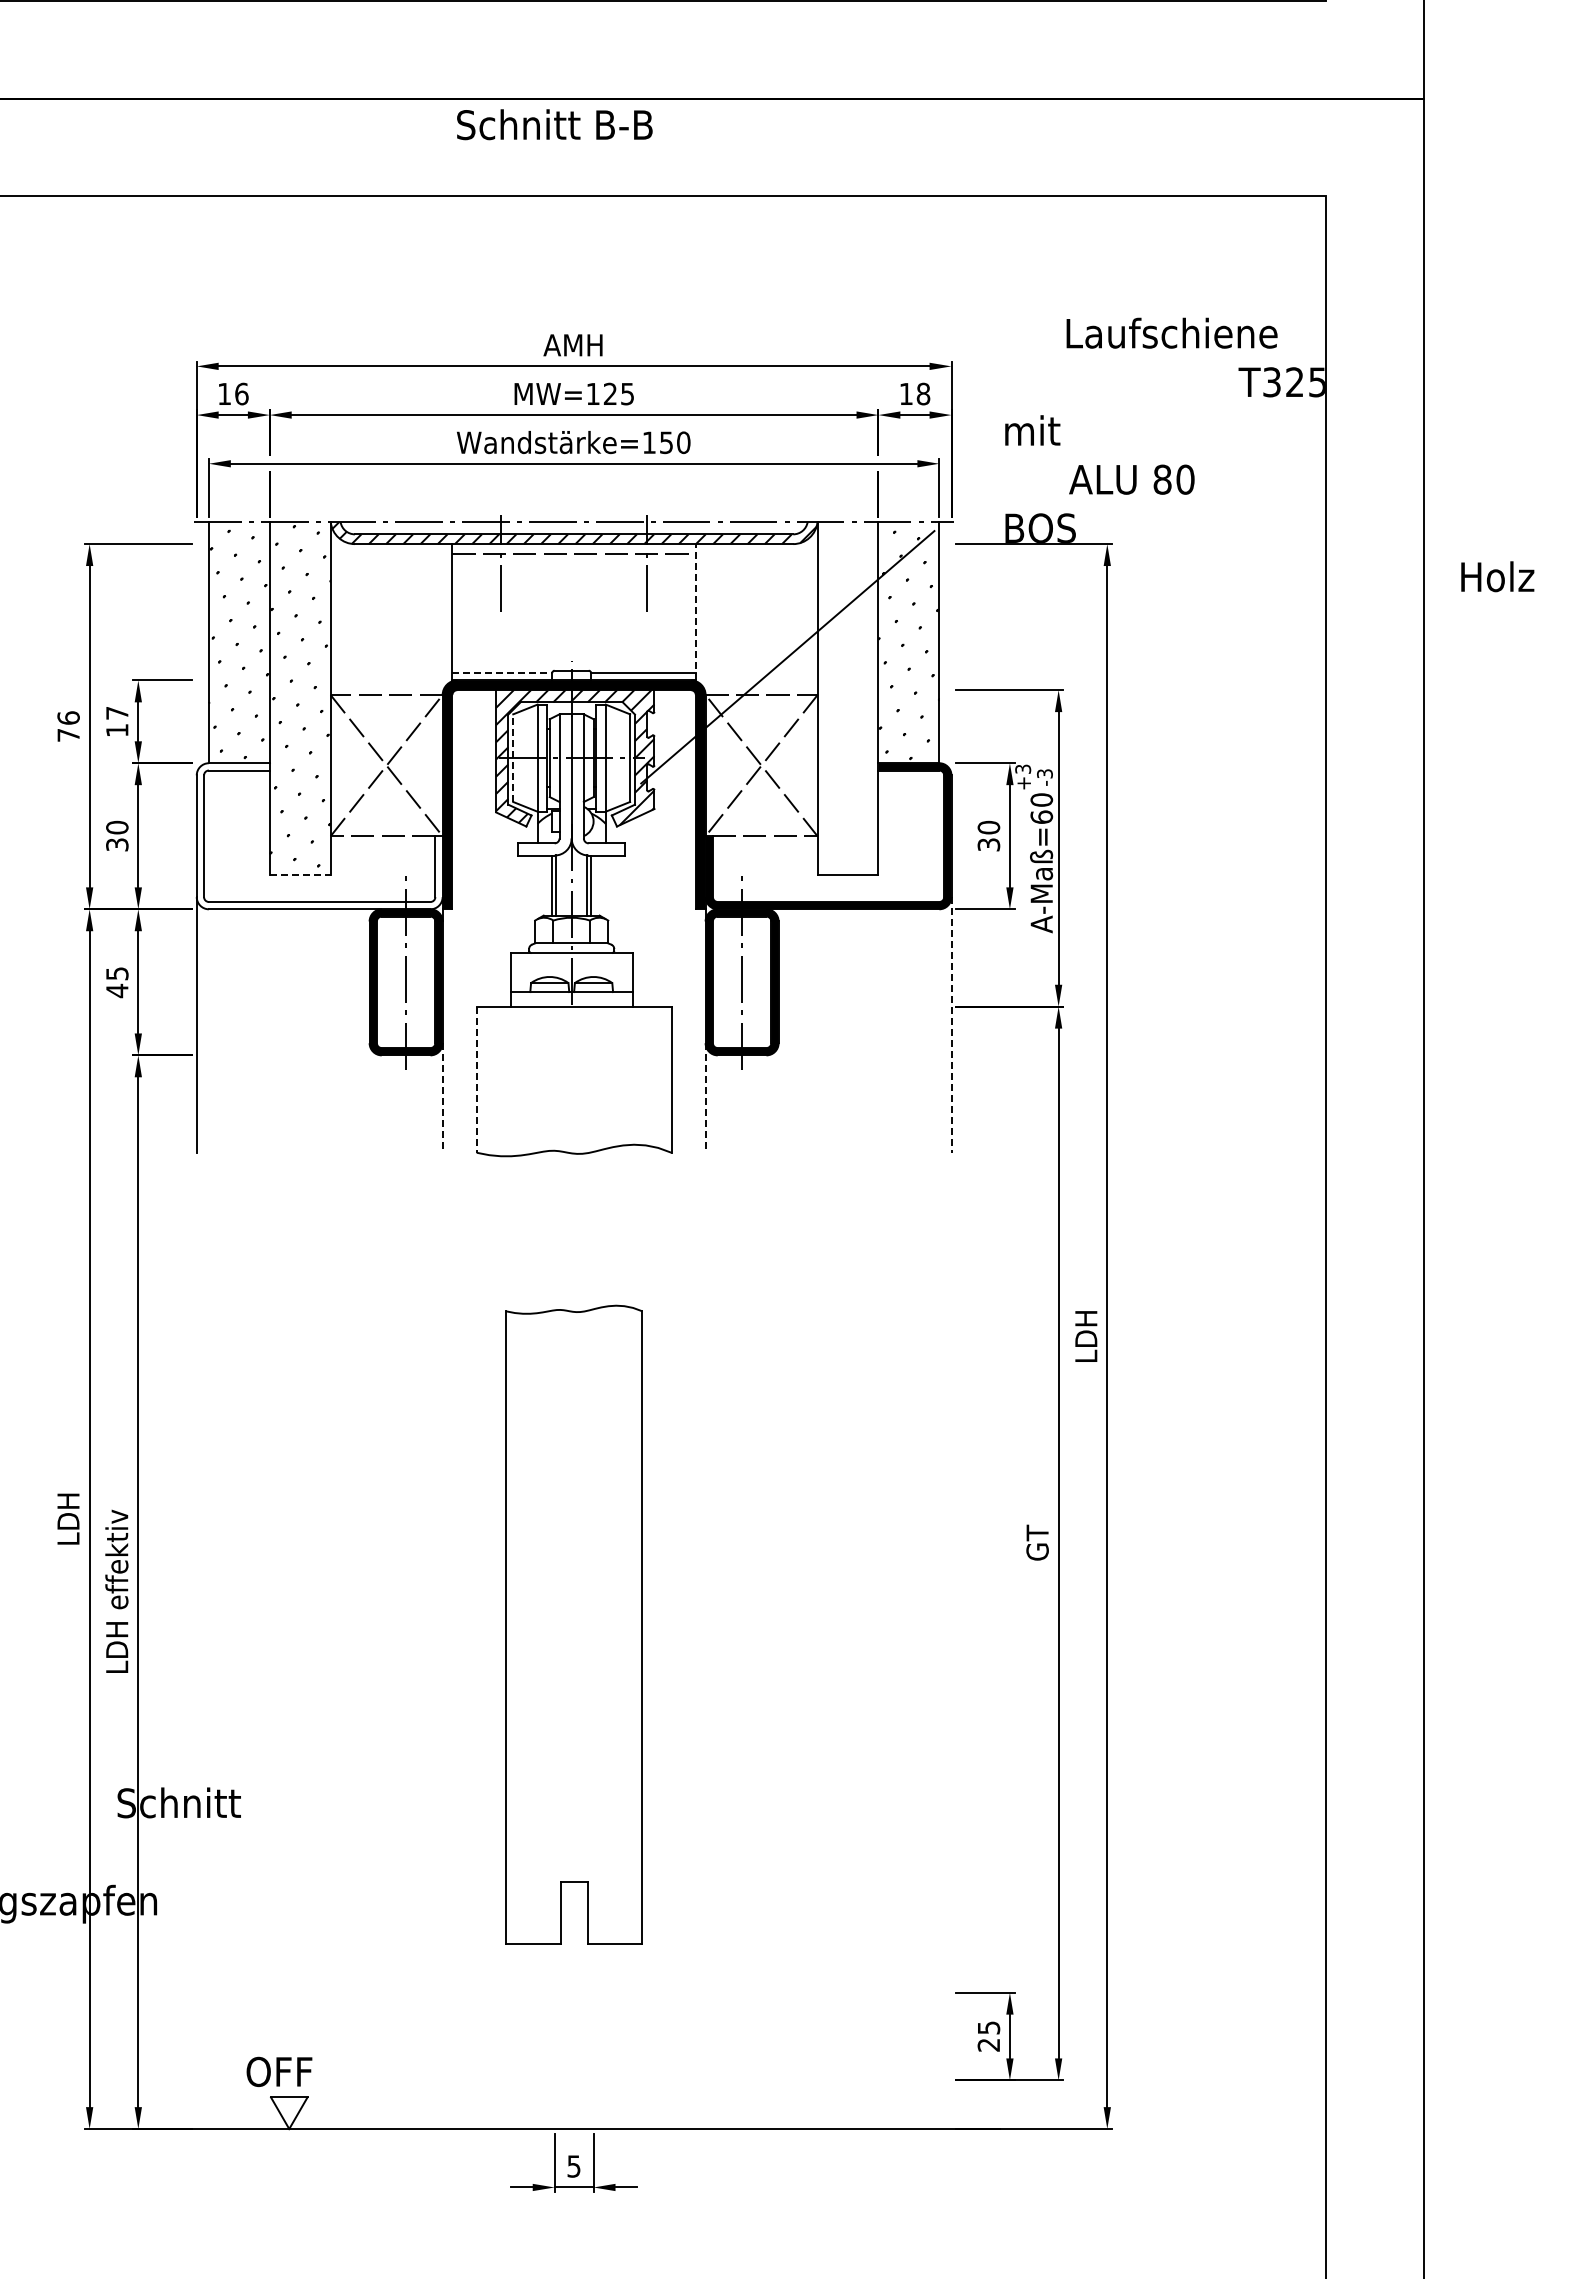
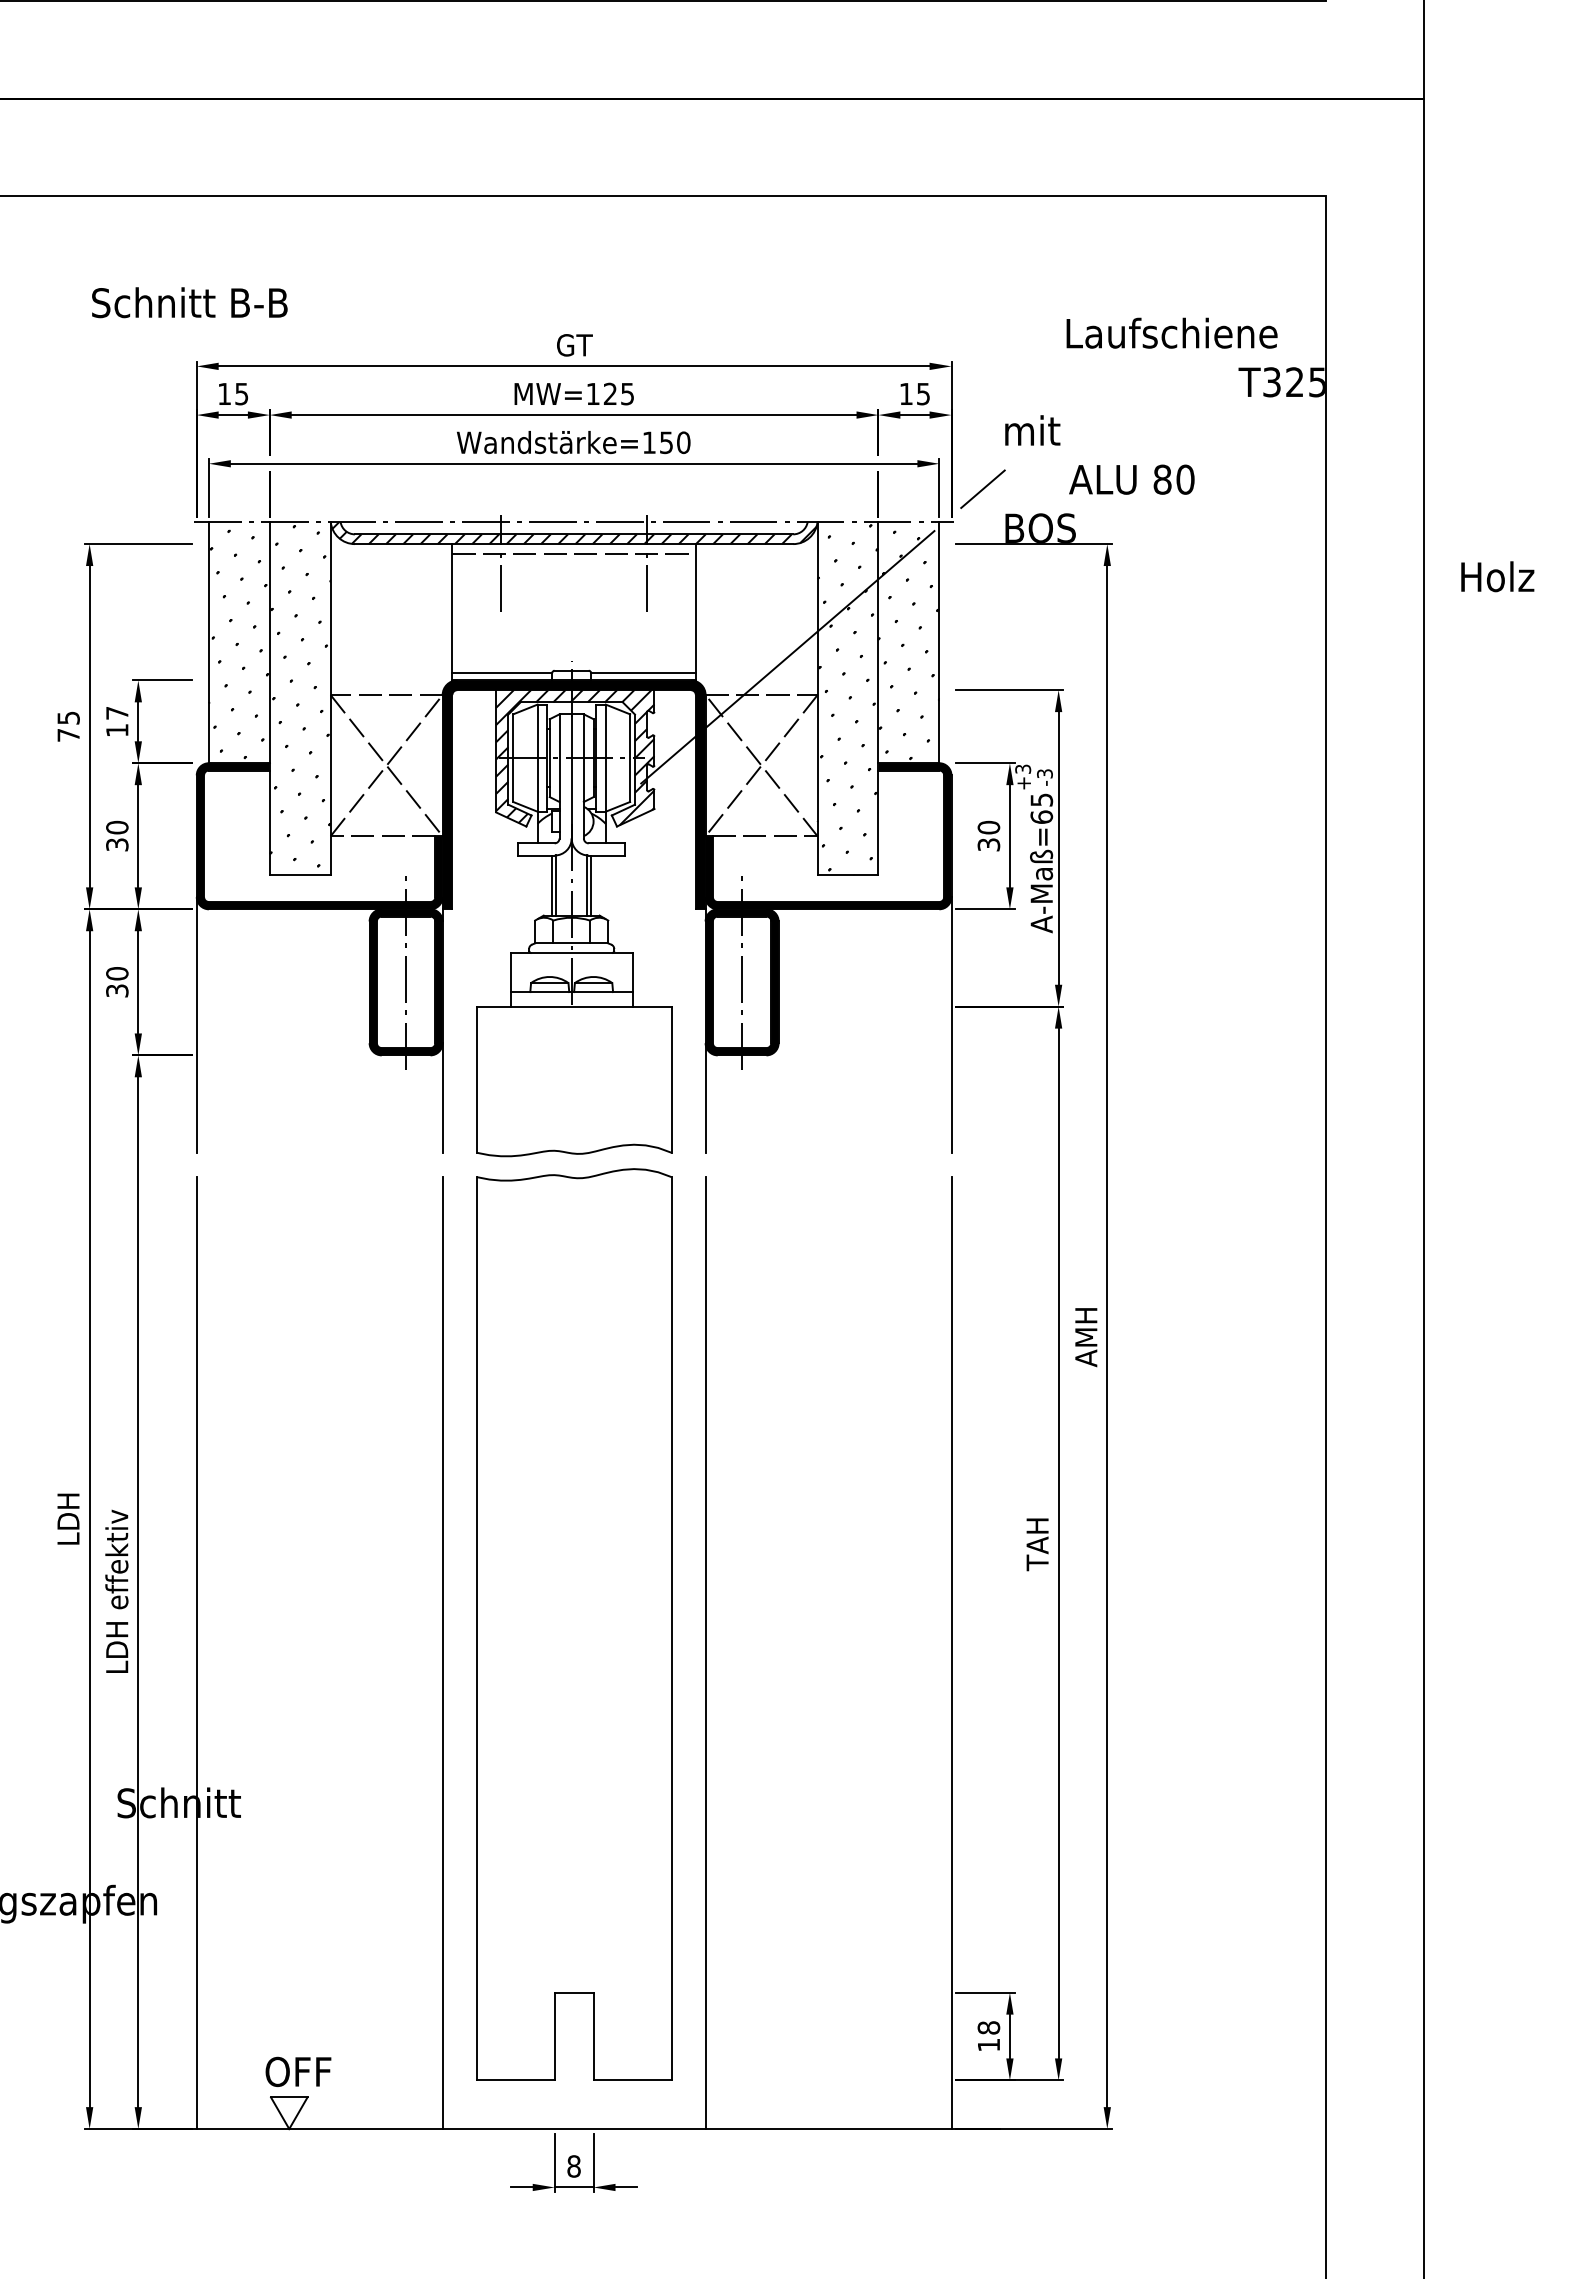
text at (554, 124) position: (554, 124) -> (189, 302)
text at (572, 345): AMH -> GT
text at (241, 393): 16 -> 15
text at (923, 393): 18 -> 15
line at (982, 489): none -> present
line at (695, 611): dashed -> solid
line at (502, 673): dashed -> solid
hatch at (847, 699): none -> present
text at (68, 717): 76 -> 75
line at (513, 758): dashed -> solid
text at (1041, 799): A-Maß=60 -> A-Maß=65
fill at (319, 836): none -> present
line at (300, 875): dashed -> solid
text at (117, 982): 45 -> 30
line at (951, 1024): dashed -> solid
line at (476, 1080): dashed -> solid
line at (442, 1097): dashed -> solid
line at (705, 1097): dashed -> solid
text at (1086, 1337): LDH -> AMH
text at (1037, 1544): GT -> TAH
part at (573, 1624) size: 138x641 px -> 197x913 px
line at (196, 1653): none -> present
line at (442, 1653): none -> present
line at (705, 1653): none -> present
line at (951, 1653): none -> present
text at (988, 2036): 25 -> 18
text at (279, 2071) position: (279, 2071) -> (298, 2071)
text at (573, 2166): 5 -> 8
